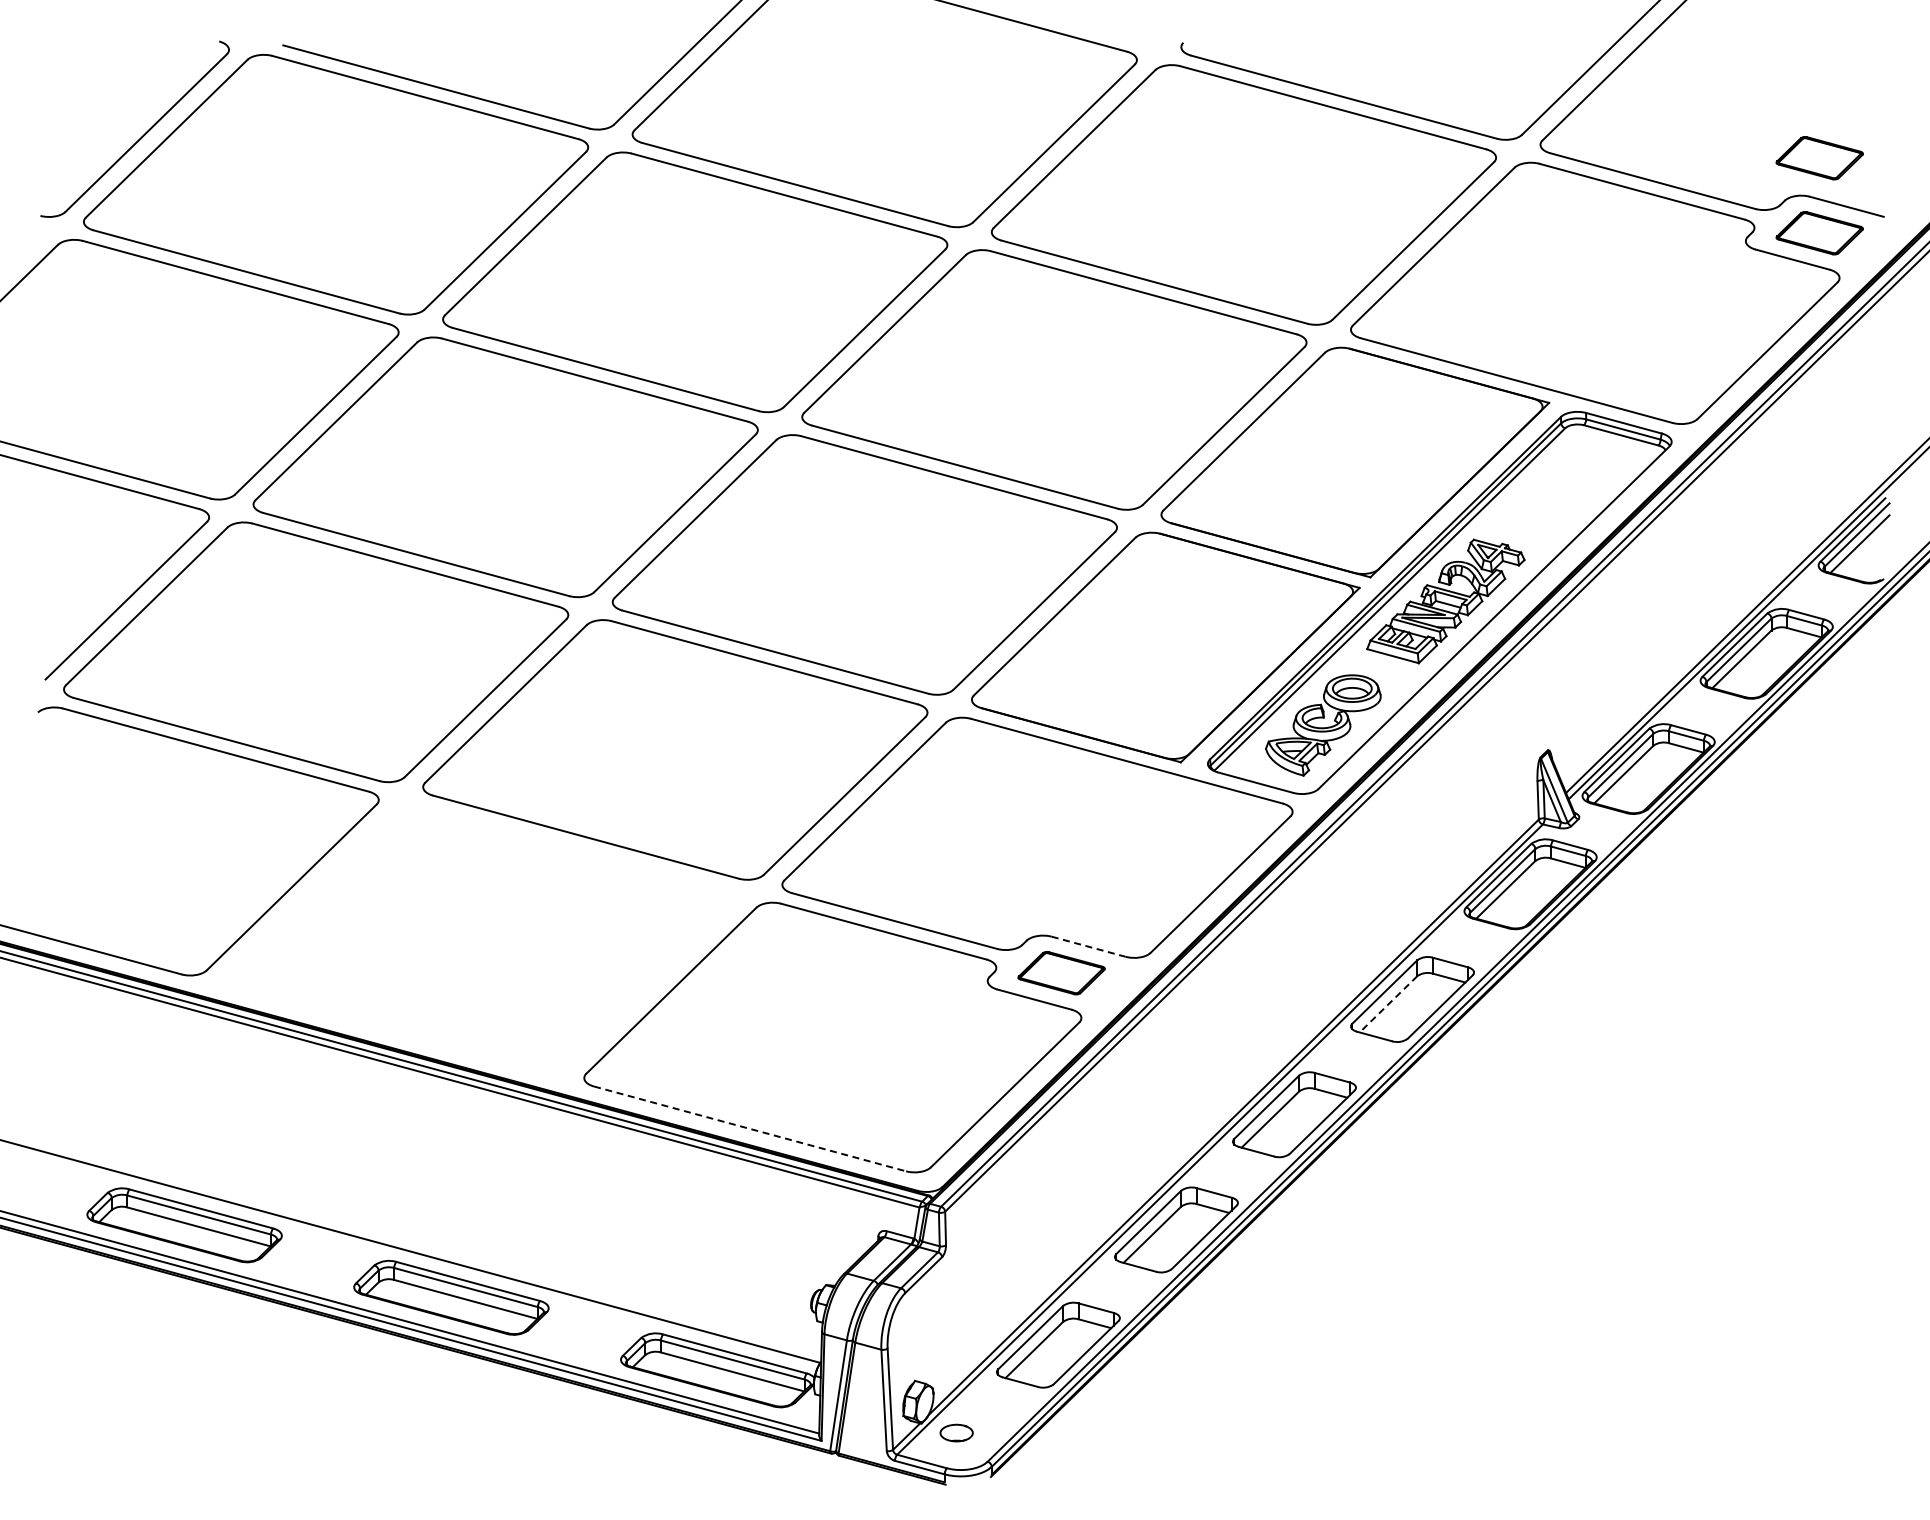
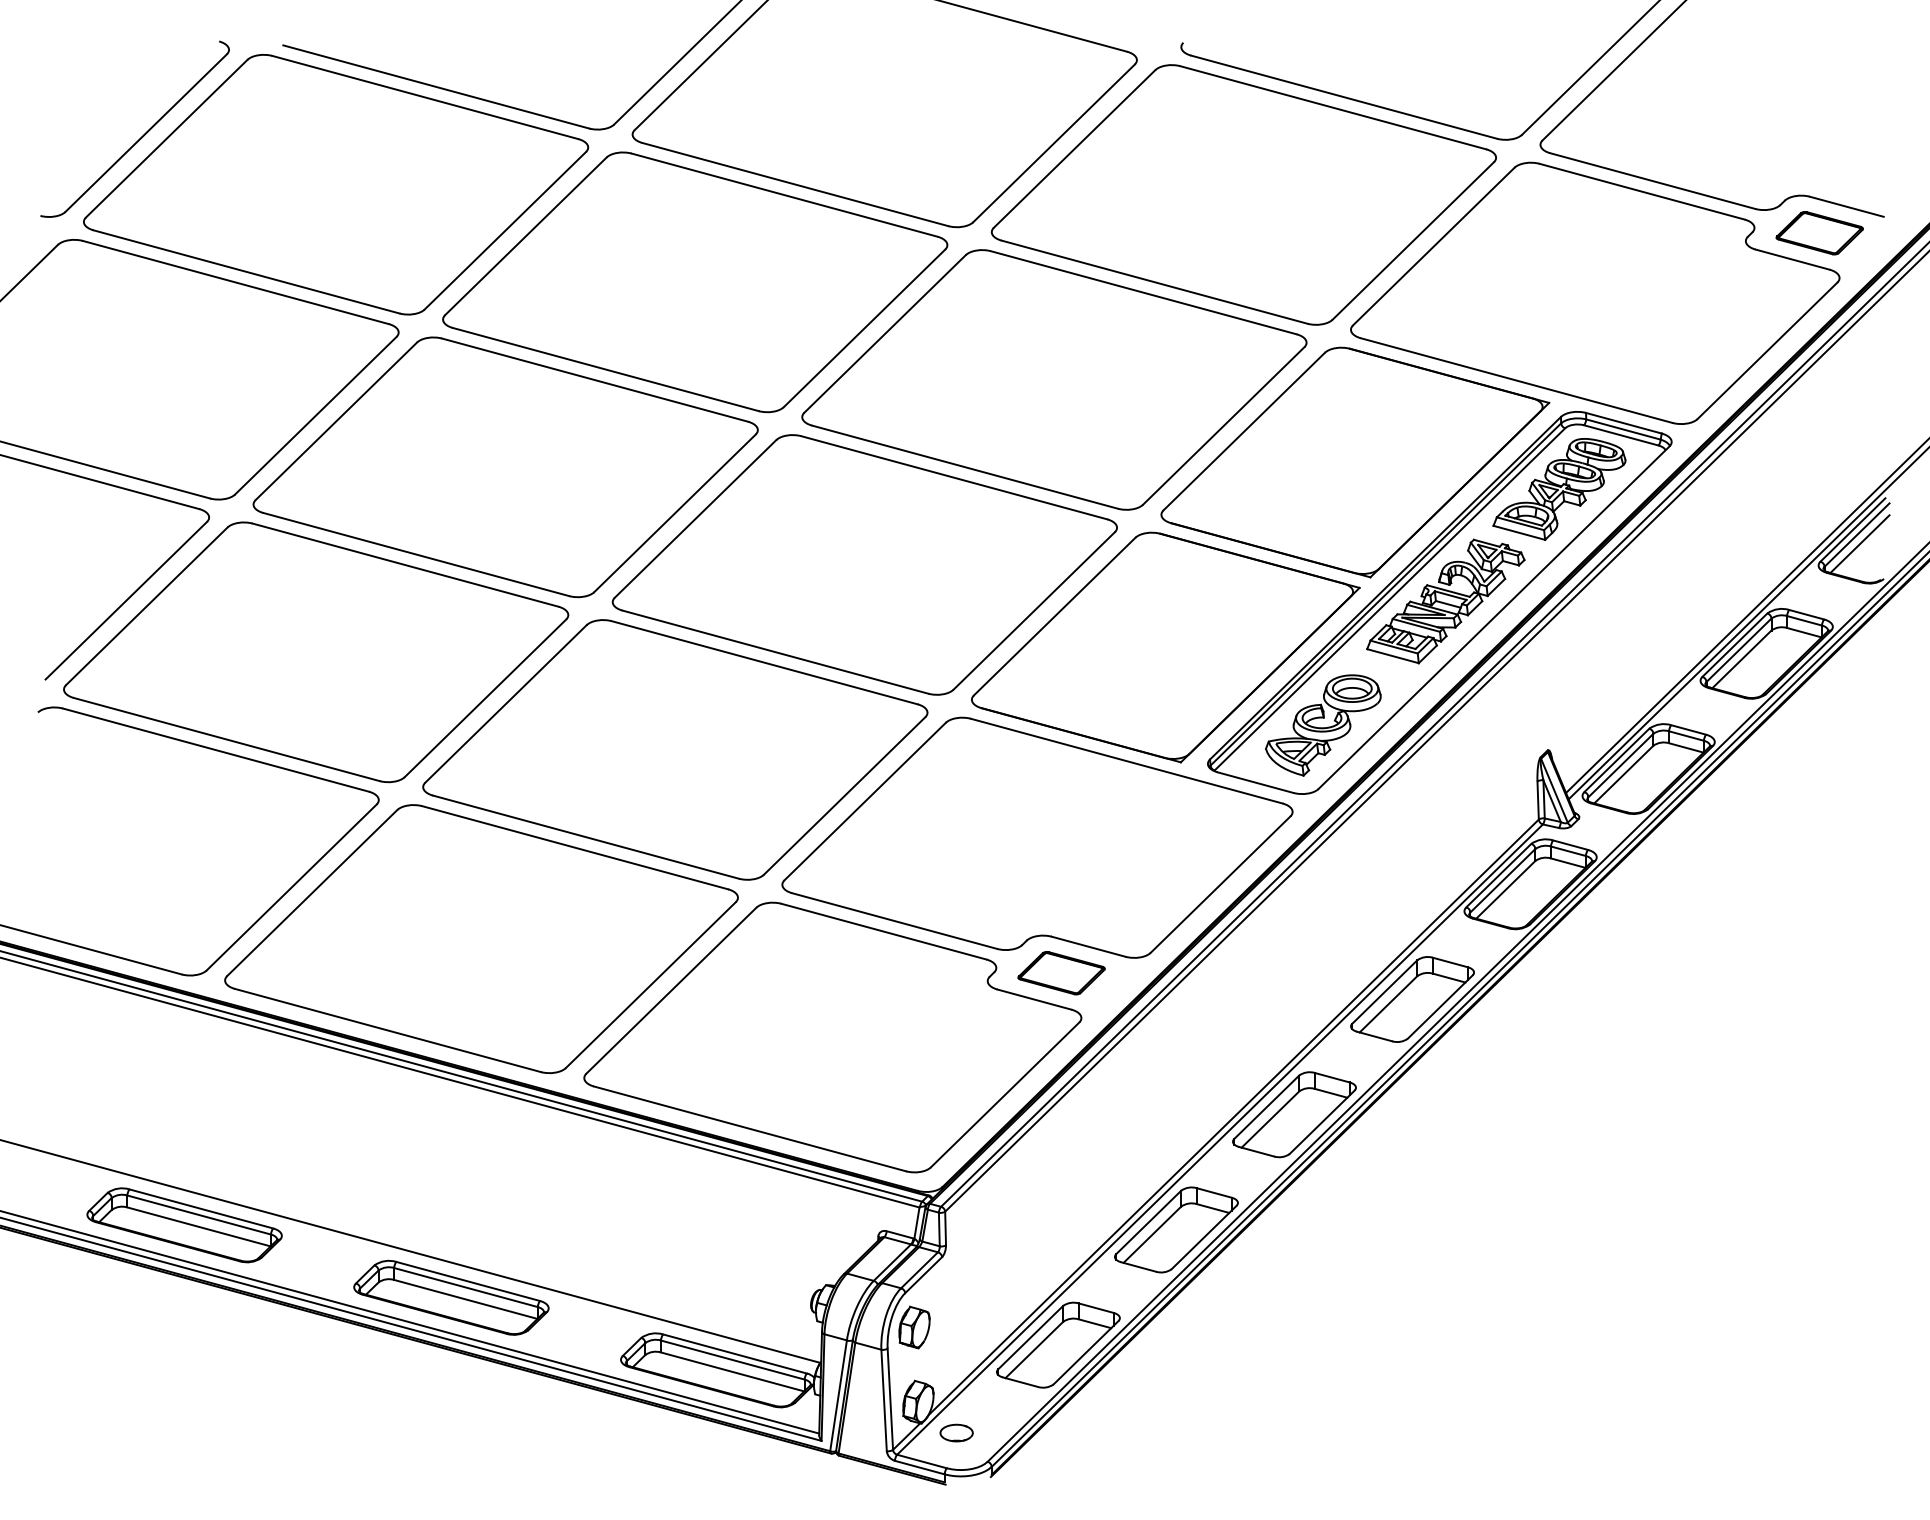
part at (1819, 158): present -> none
part at (1559, 489): none -> present
part at (481, 938): none -> present
line at (1089, 946): dashed -> solid
line at (1388, 1004): dashed -> solid
line at (750, 1128): dashed -> solid
part at (914, 1327): none -> present
